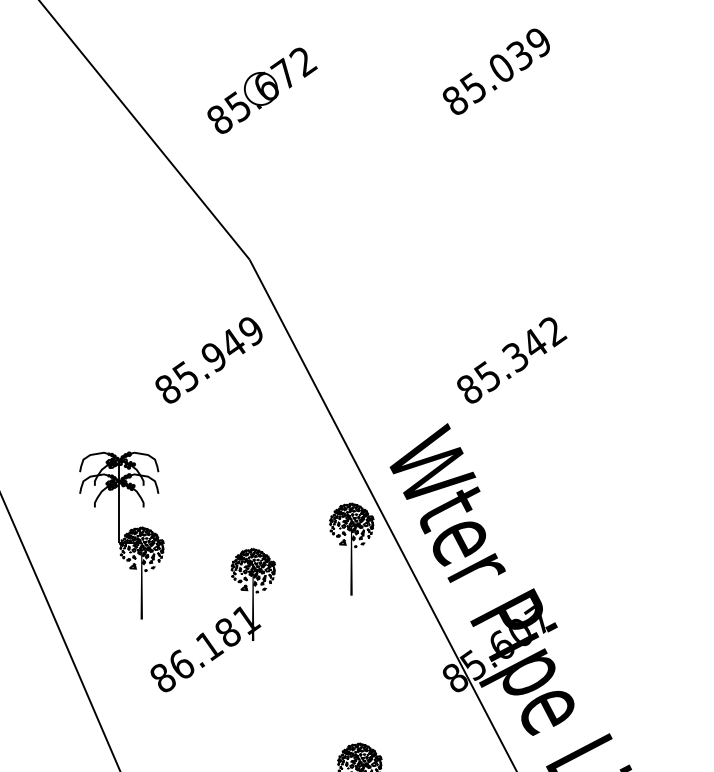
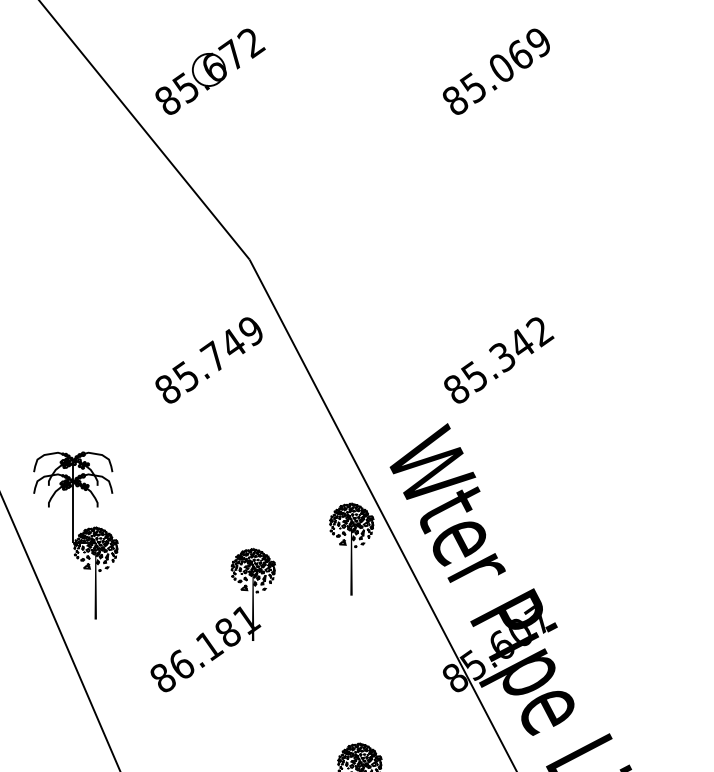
text at (519, 54): 85.039 -> 85.069
part at (262, 90) position: (262, 90) -> (210, 71)
text at (212, 356): 85.949 -> 85.749
text at (512, 360) position: (512, 360) -> (499, 360)
part at (121, 535) position: (121, 535) -> (75, 535)
